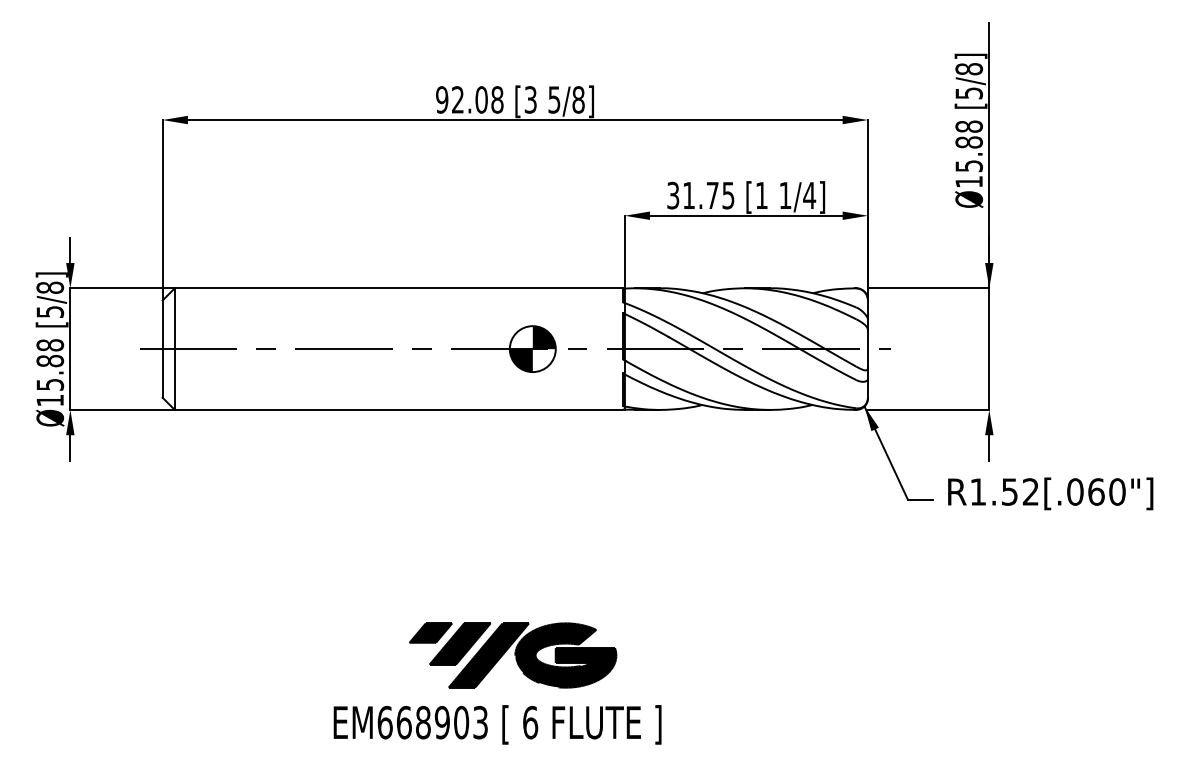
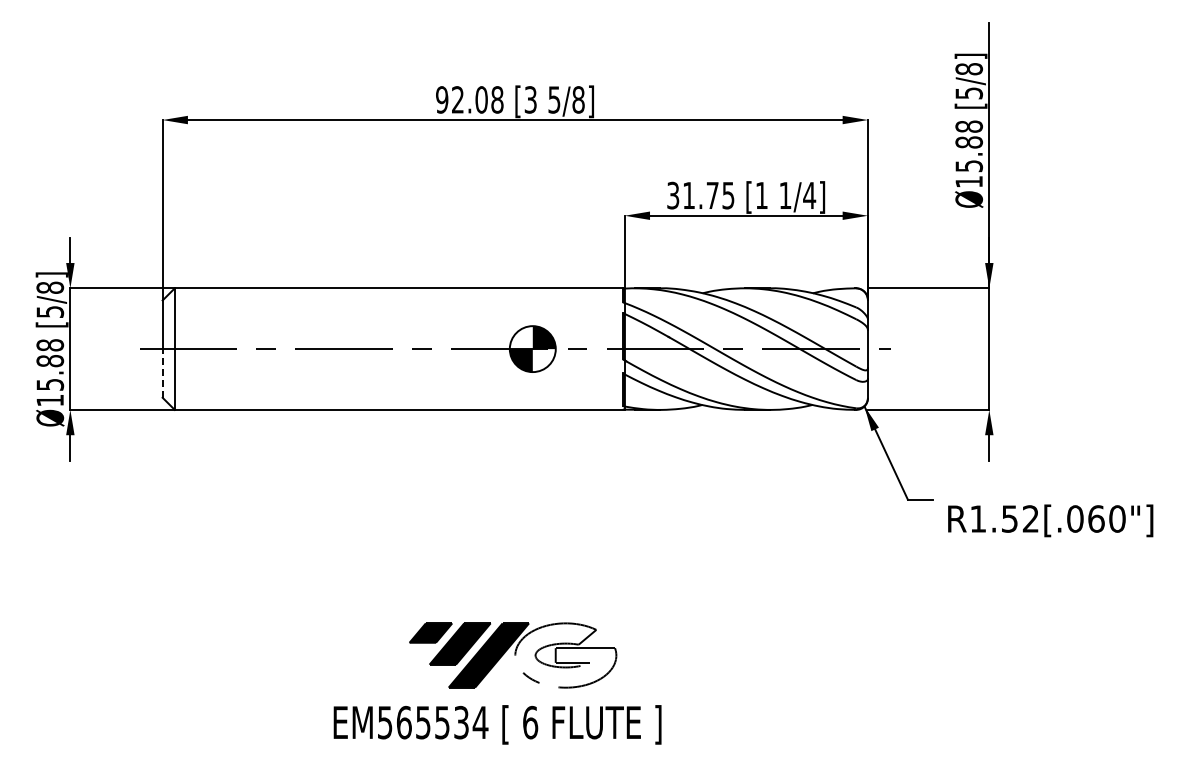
line at (162, 372): solid -> dashed
text at (1050, 493) position: (1050, 493) -> (1050, 520)
fill at (565, 655): present -> none
text at (432, 722): EM668903 -> EM565534
